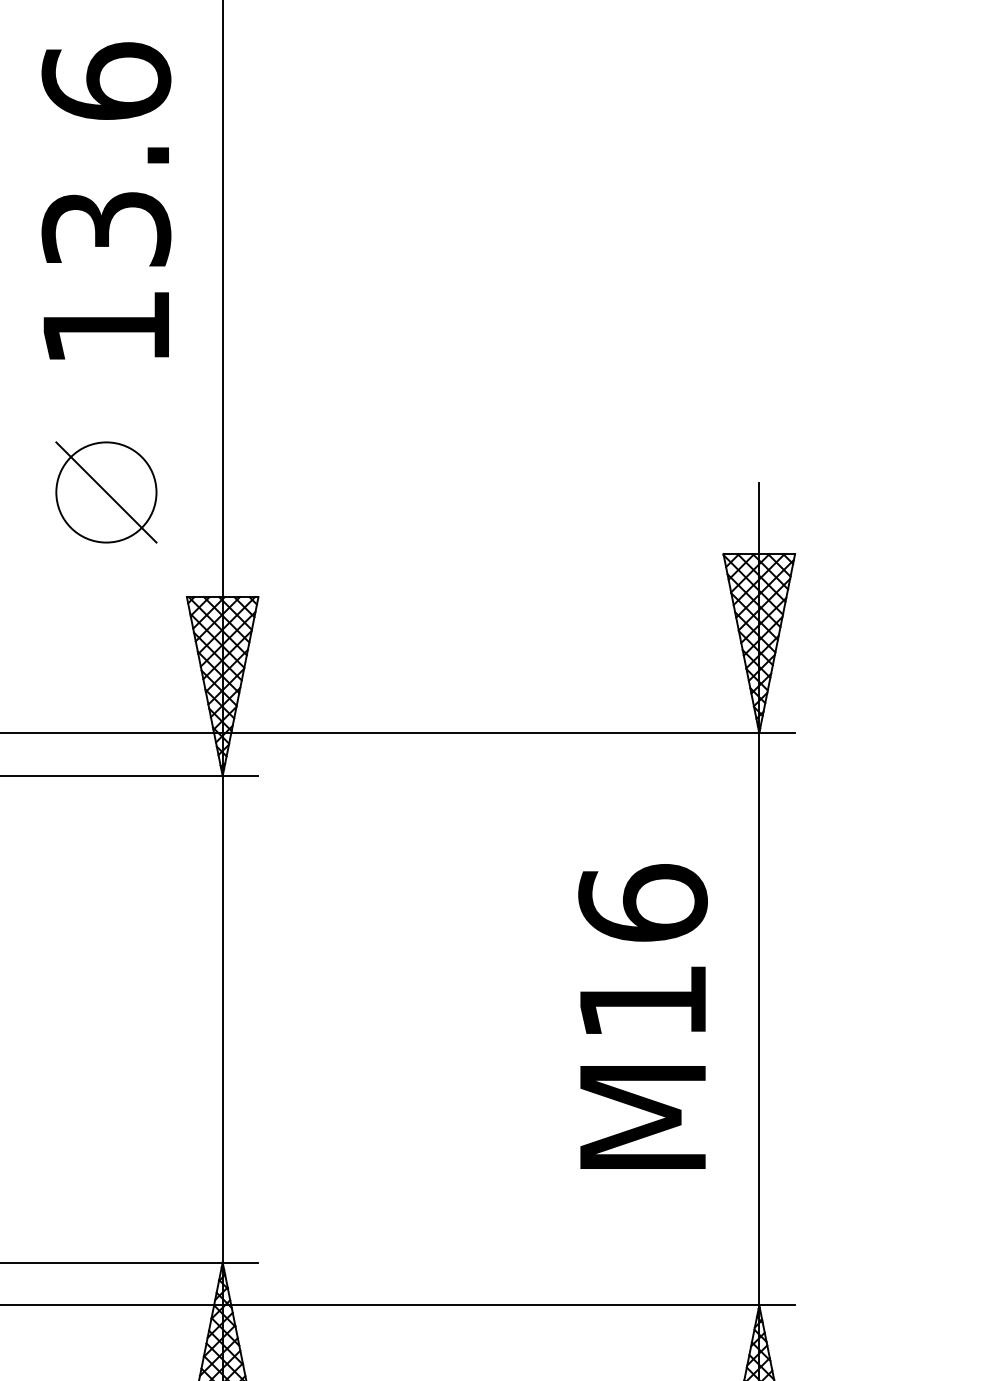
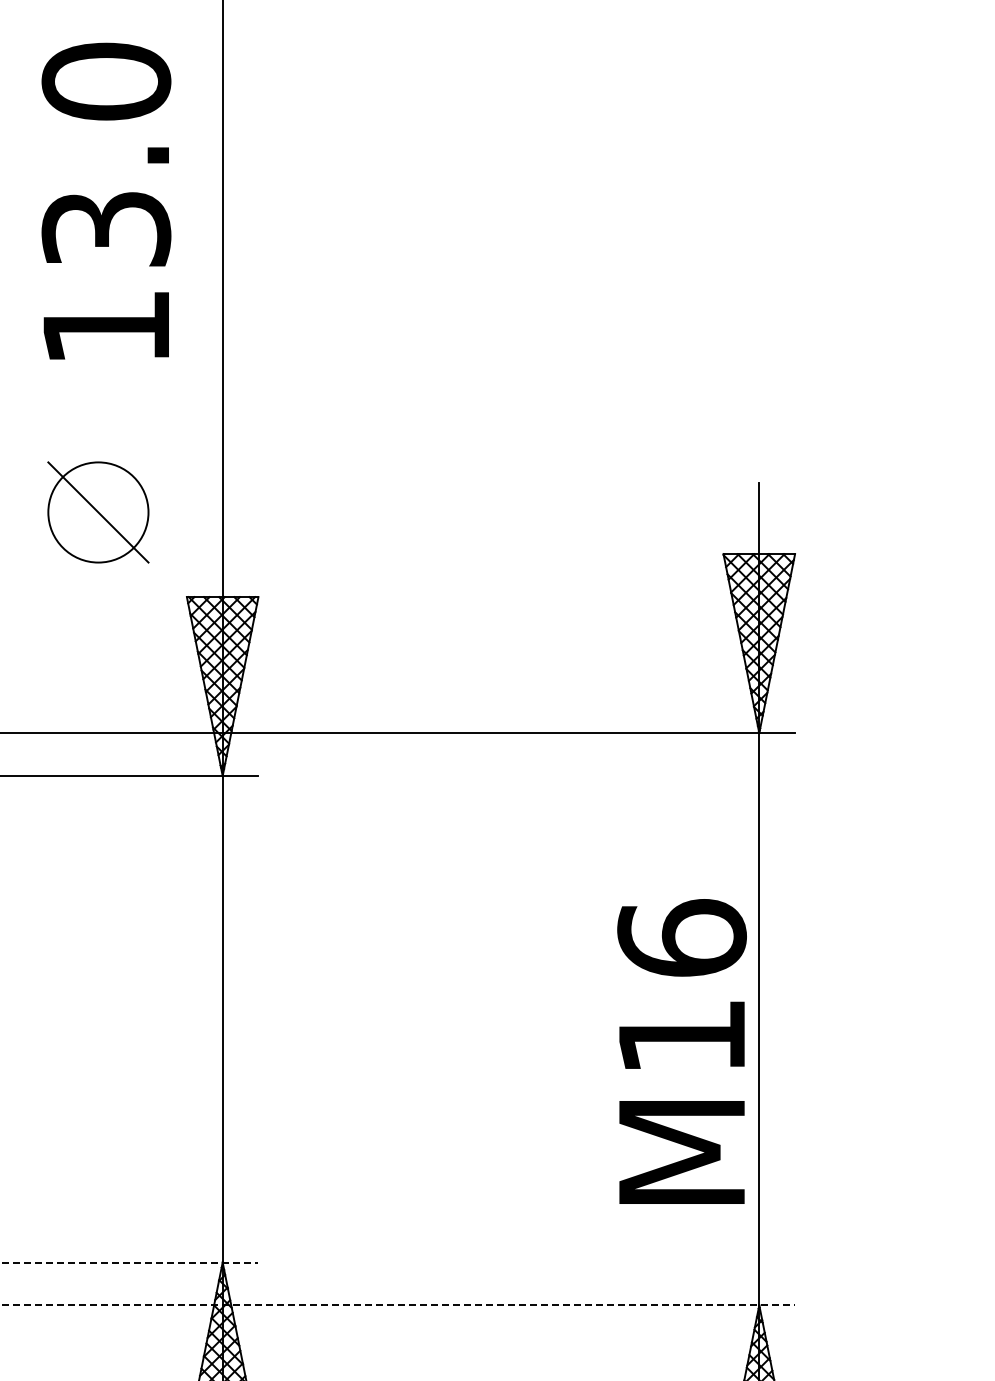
text at (106, 81): 13.6 -> 13.0
part at (106, 492) position: (106, 492) -> (98, 512)
text at (642, 1016) position: (642, 1016) -> (681, 1051)
line at (129, 1262): solid -> dashed
line at (398, 1305): solid -> dashed
